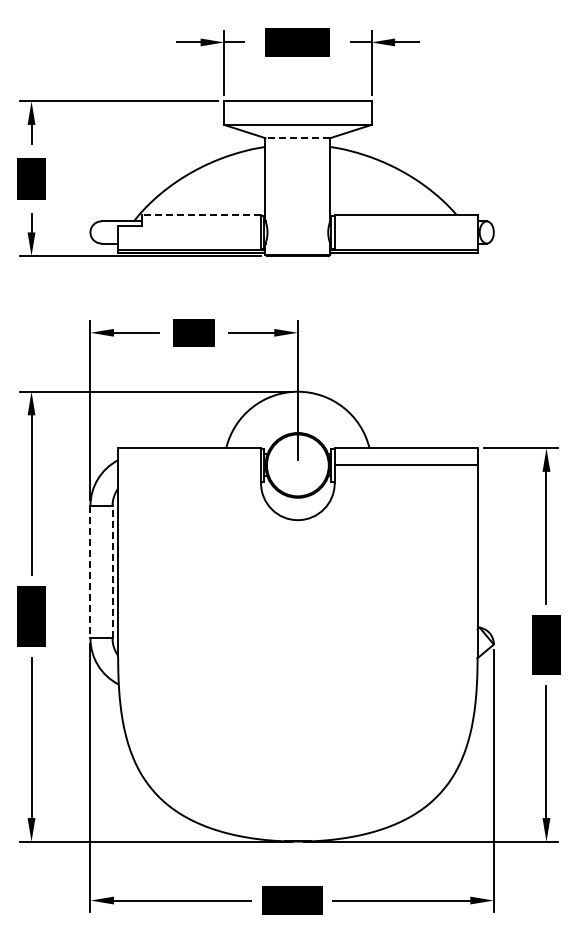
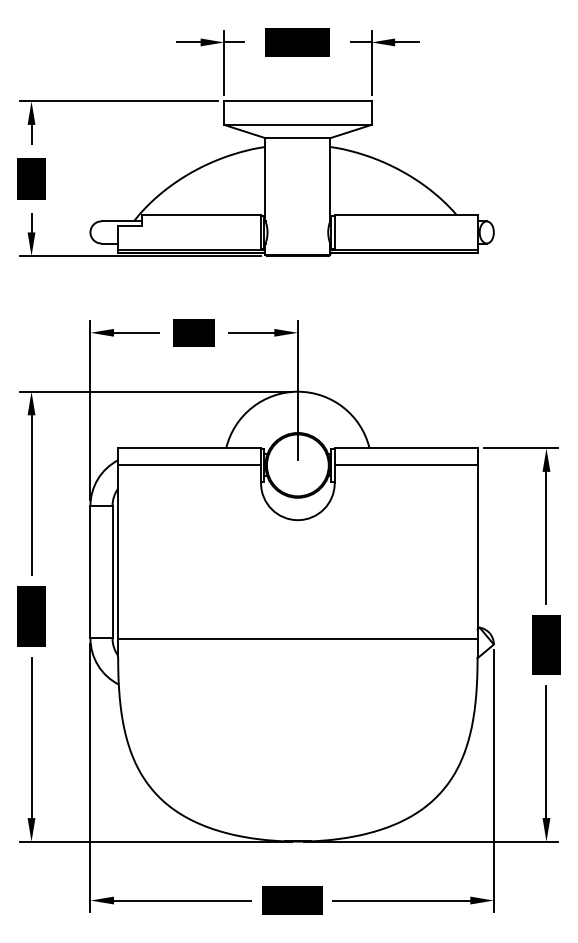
line at (297, 138): dashed -> solid
line at (201, 215): dashed -> solid
line at (189, 465): none -> present
line at (112, 571): dashed -> solid
line at (90, 572): dashed -> solid
line at (297, 639): none -> present
